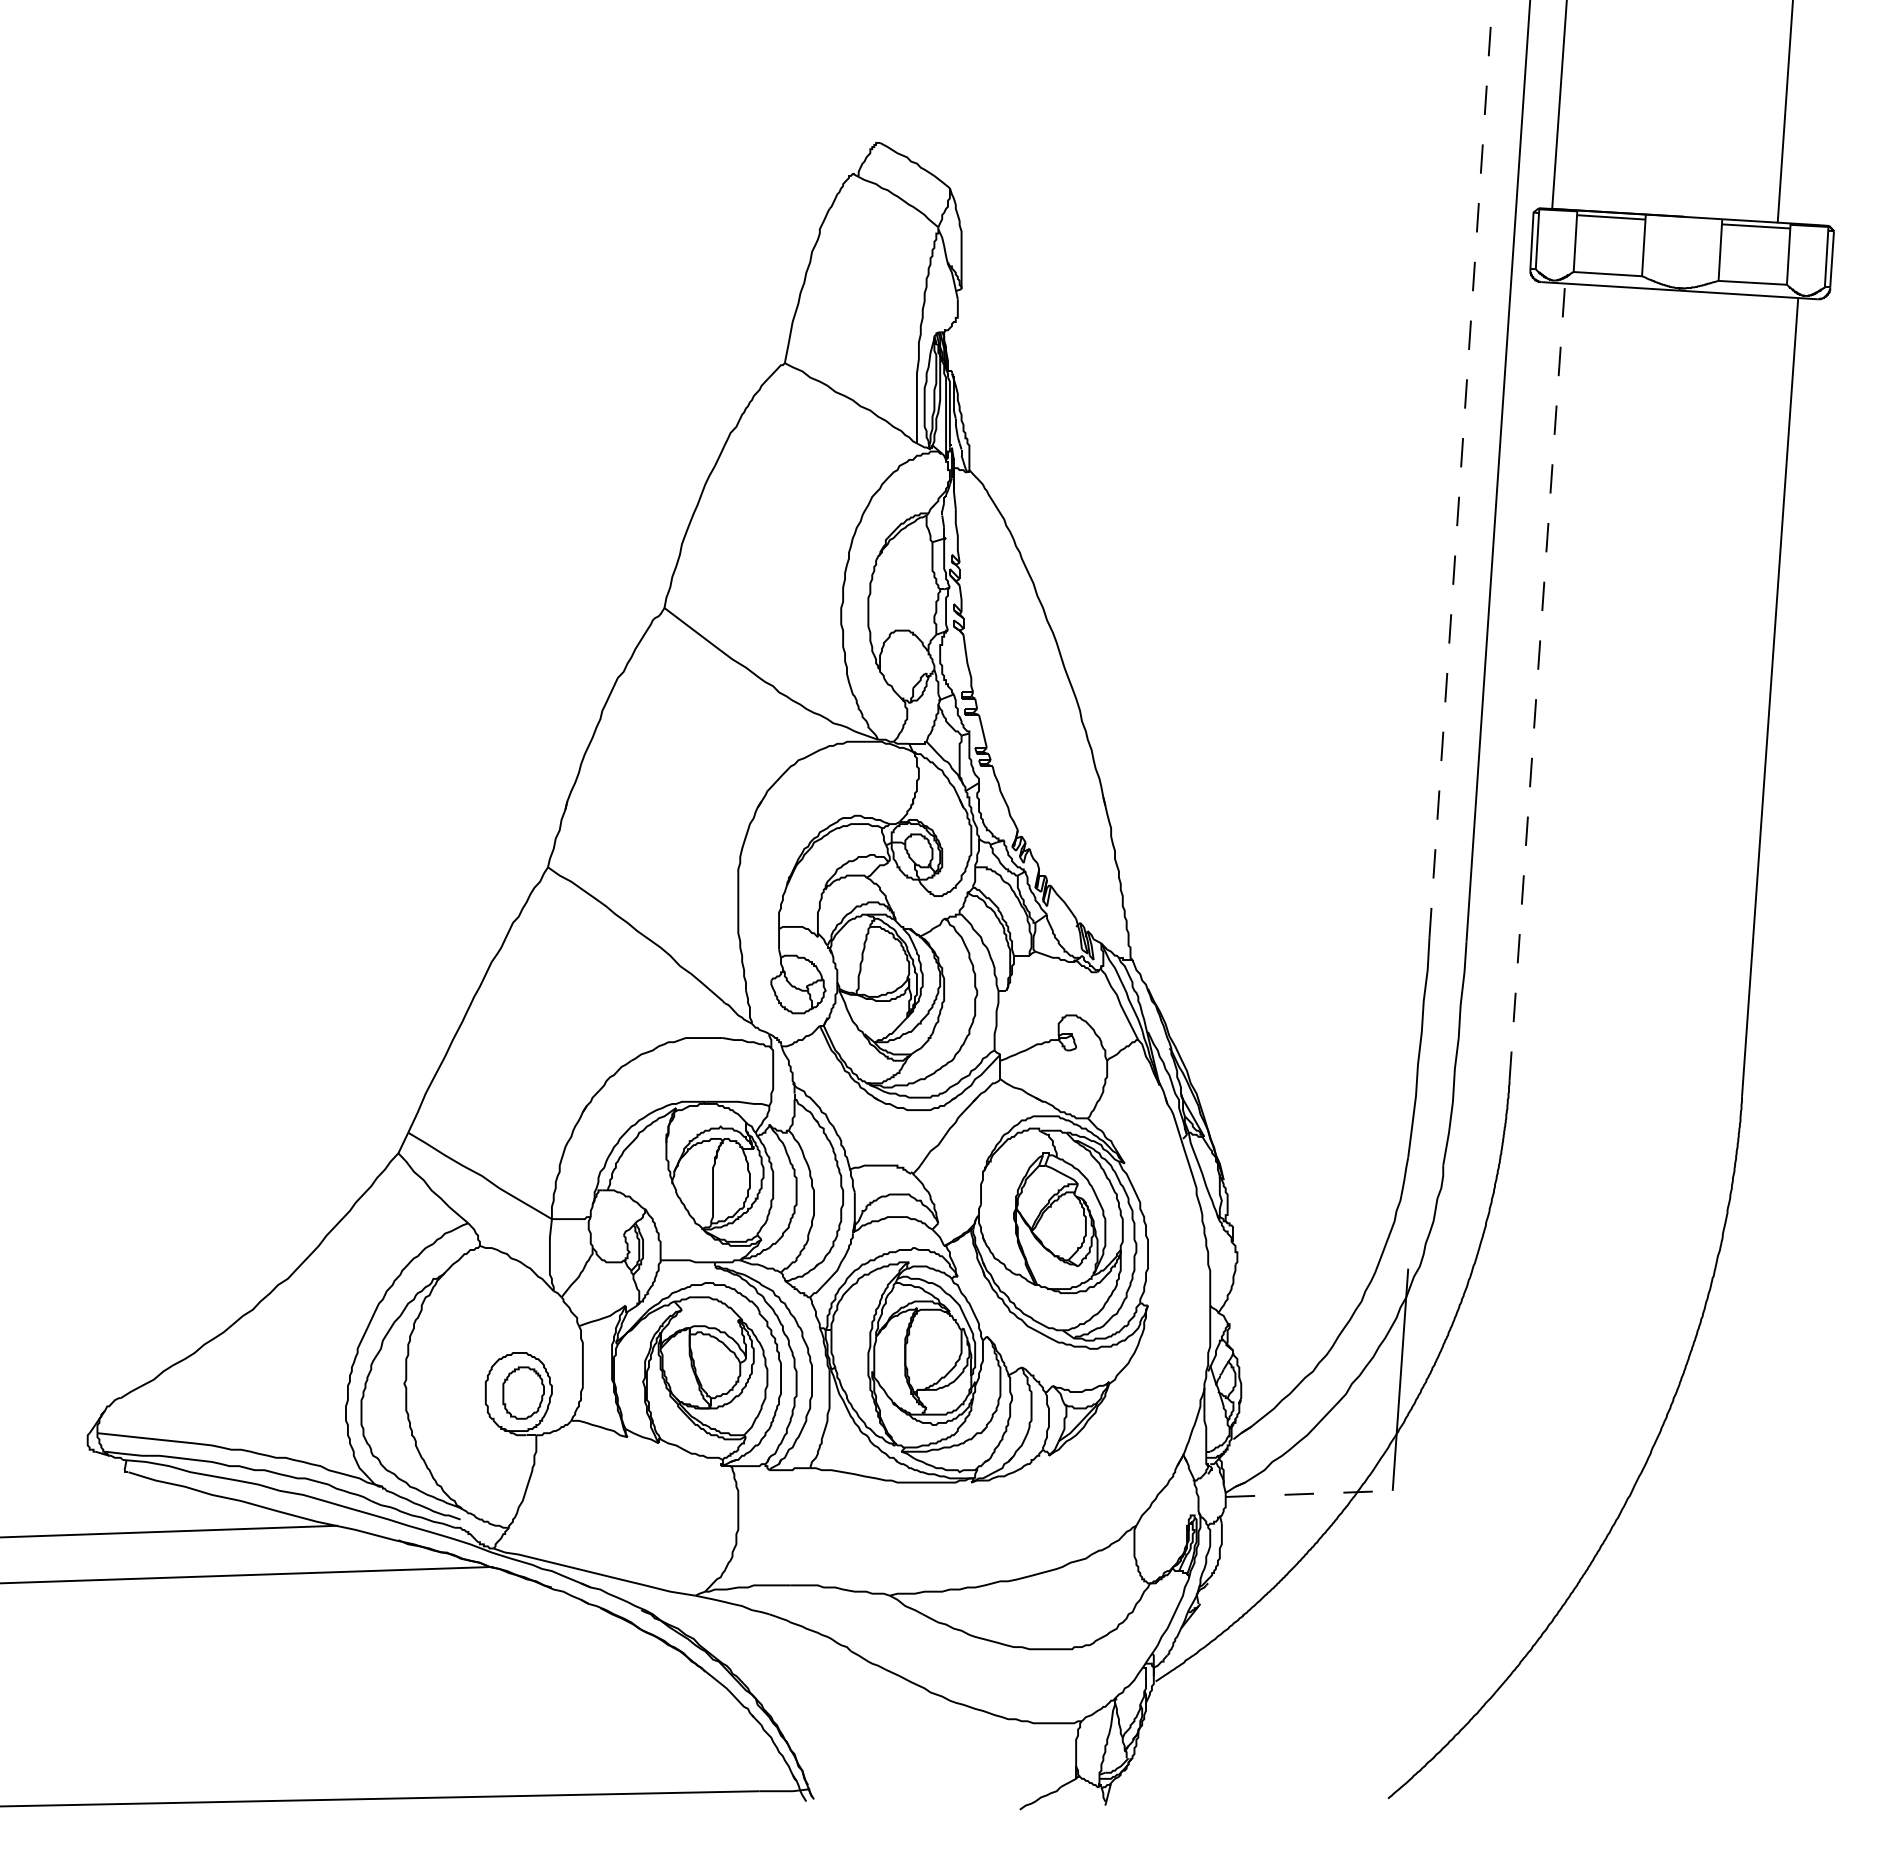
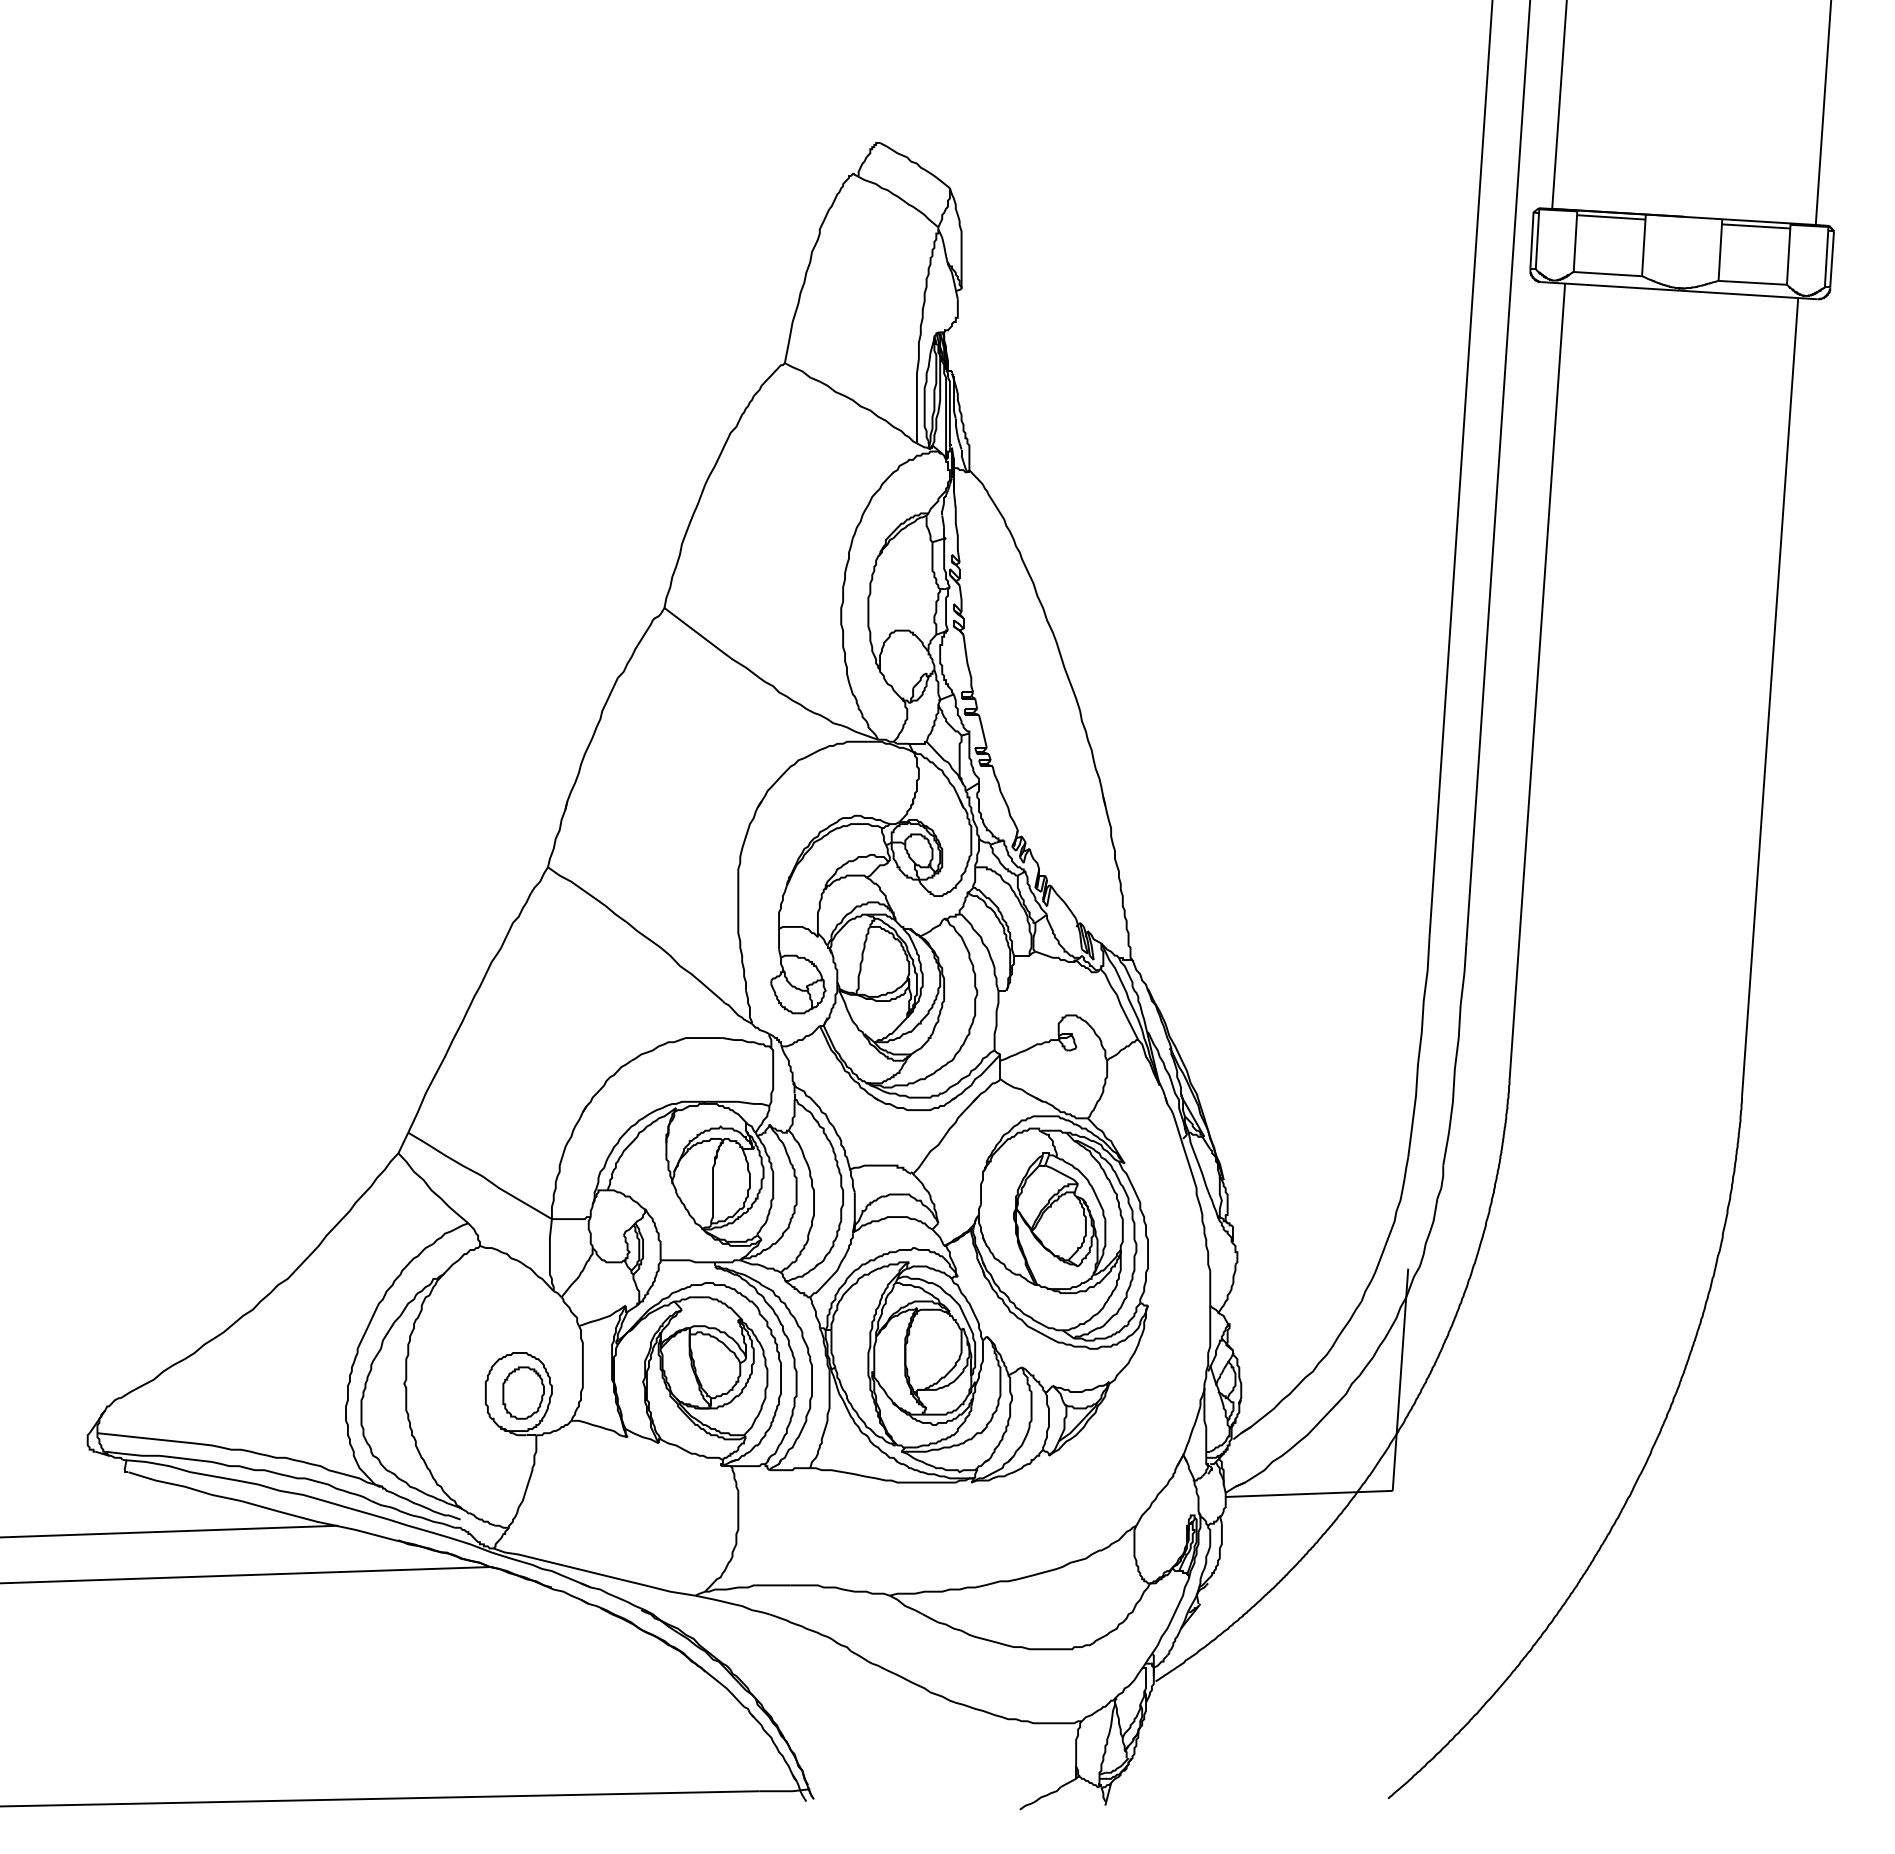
line at (1784, 112) position: (1784, 112) -> (1823, 113)
line at (1461, 468): dashed -> solid
line at (1537, 682): dashed -> solid
line at (1309, 1493): dashed -> solid
